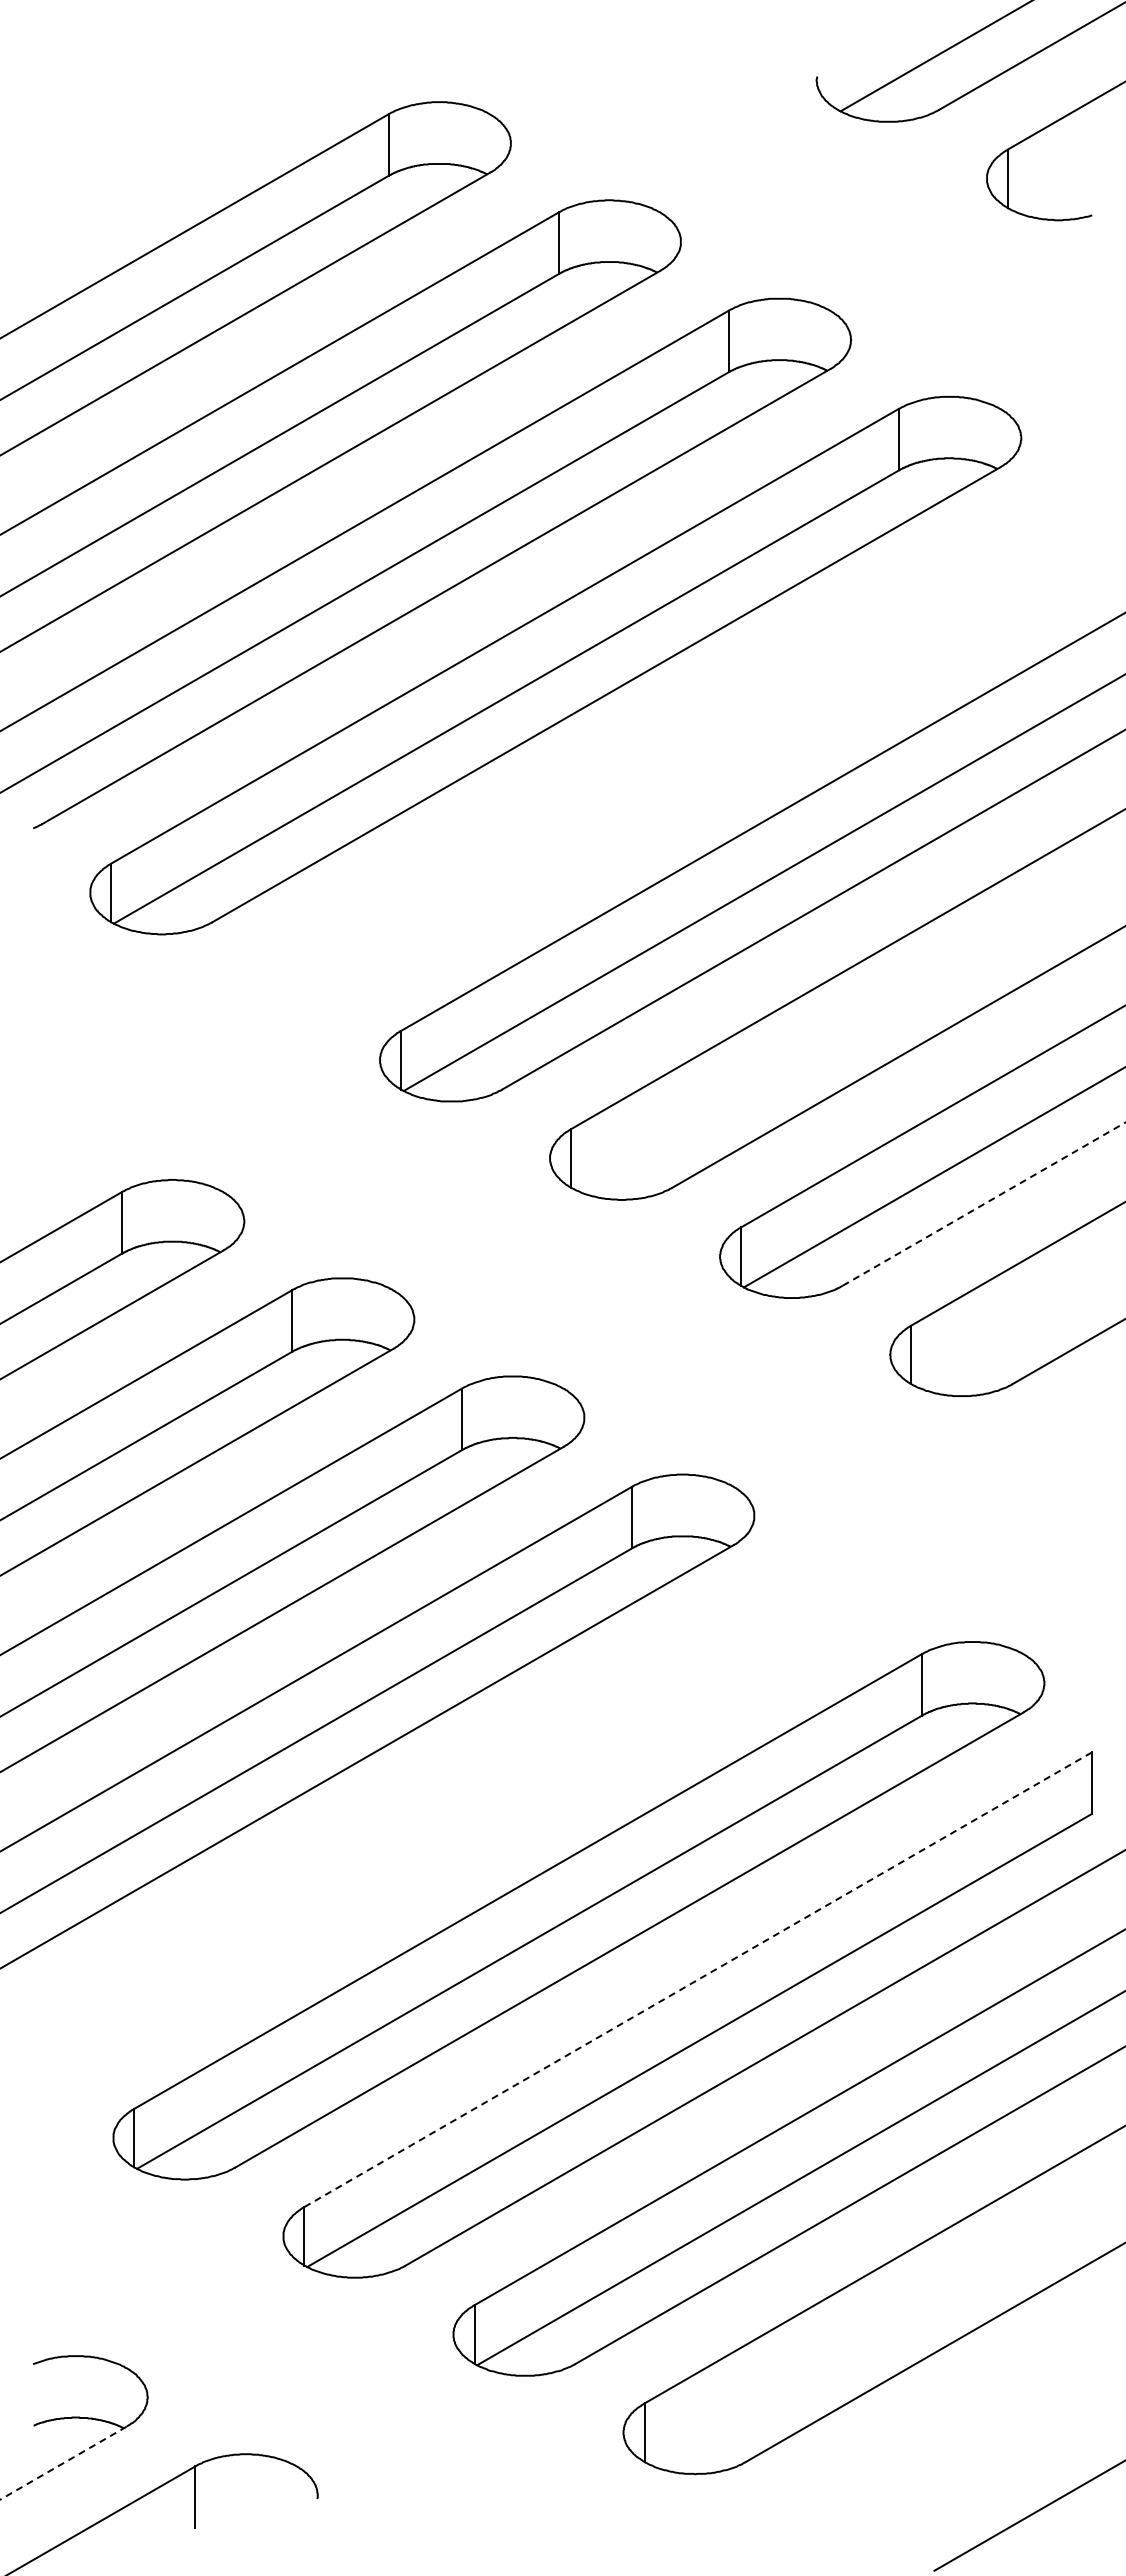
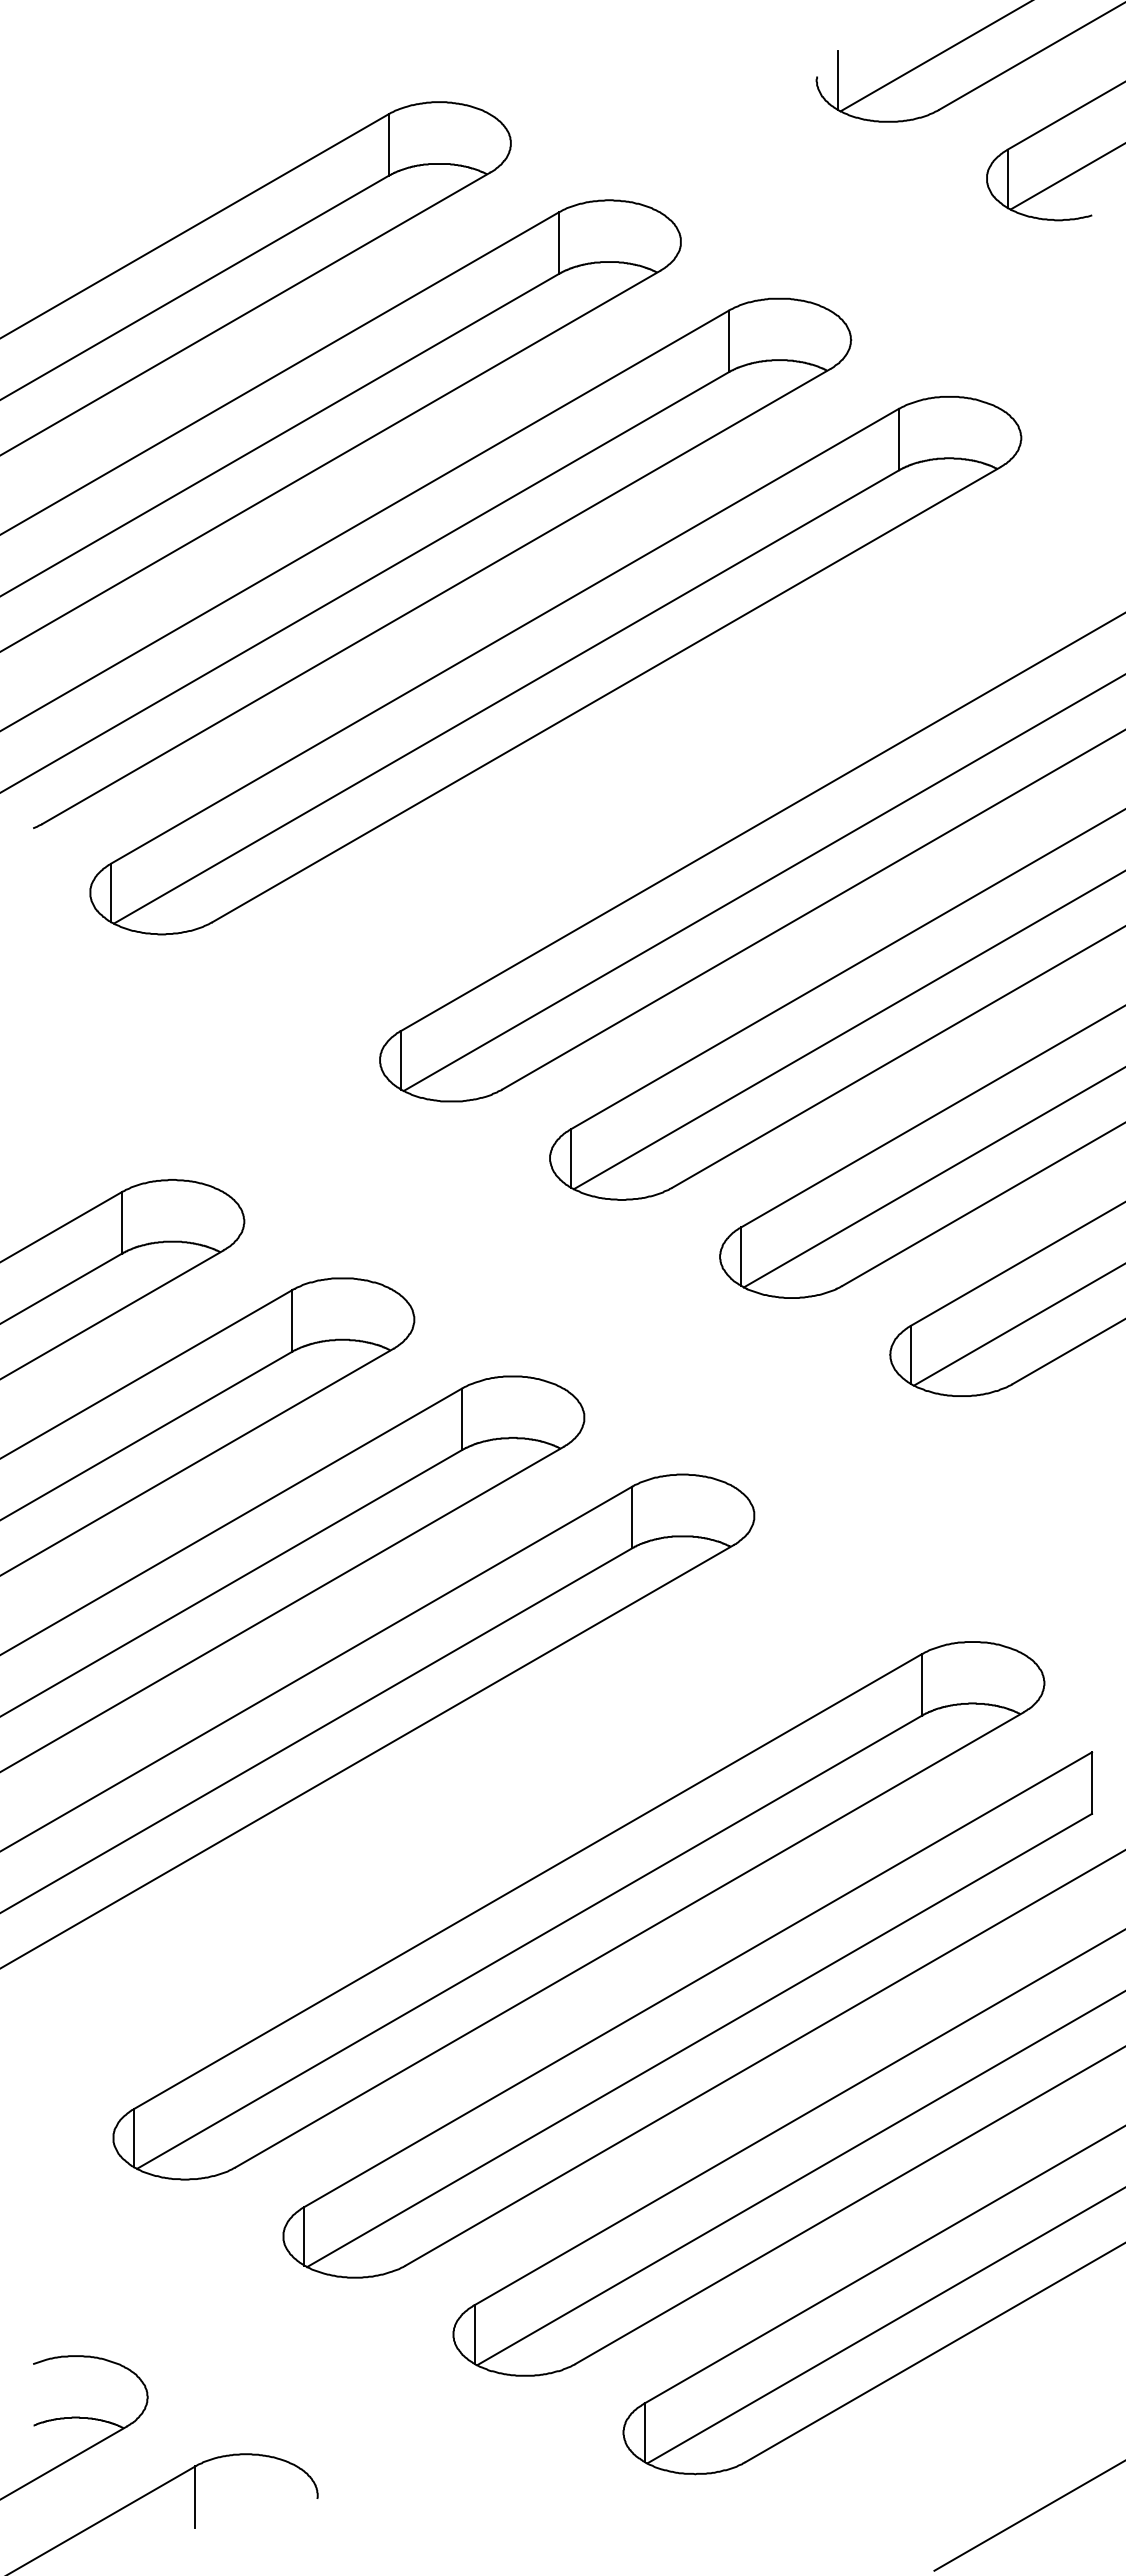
line at (837, 80): none -> present
line at (1066, 177): none -> present
line at (847, 1030): none -> present
line at (983, 1204): dashed -> solid
line at (1018, 1325): none -> present
line at (698, 1979): dashed -> solid
line at (884, 2325): none -> present
line at (63, 2463): dashed -> solid
